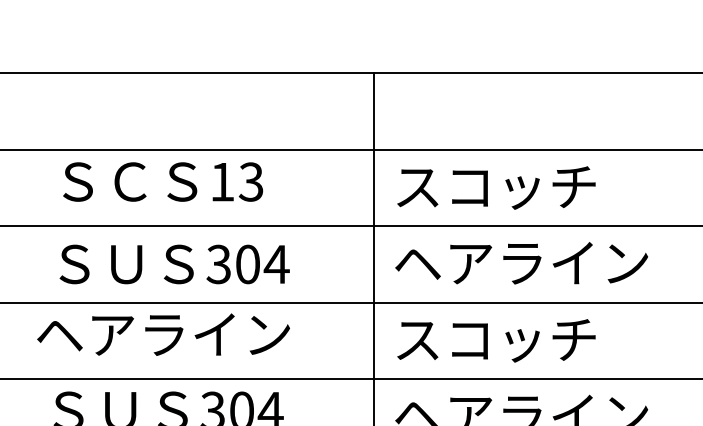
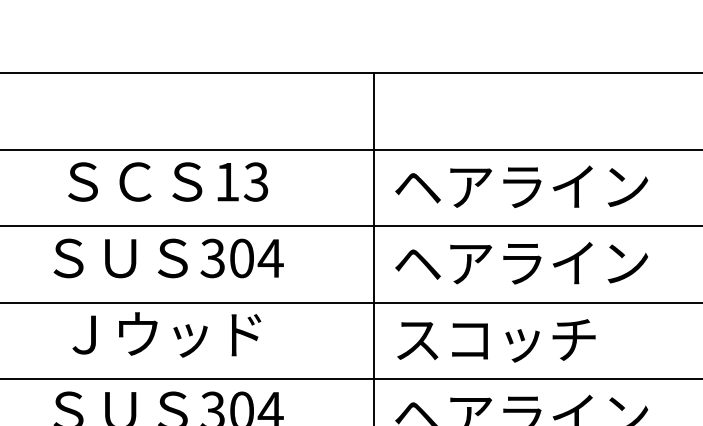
text at (163, 181) position: (163, 181) -> (168, 181)
text at (521, 187): スコッチ -> ヘアライン
text at (174, 264) position: (174, 264) -> (168, 258)
text at (163, 334): ヘアライン -> Ｊウッド
